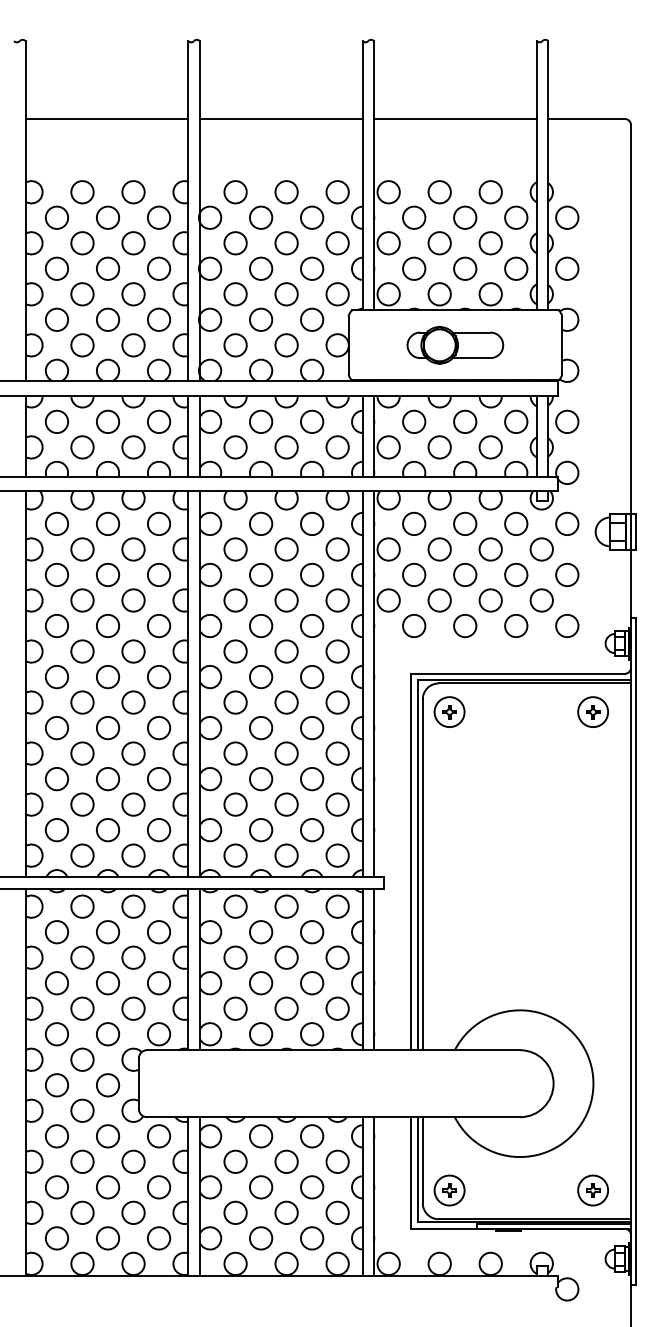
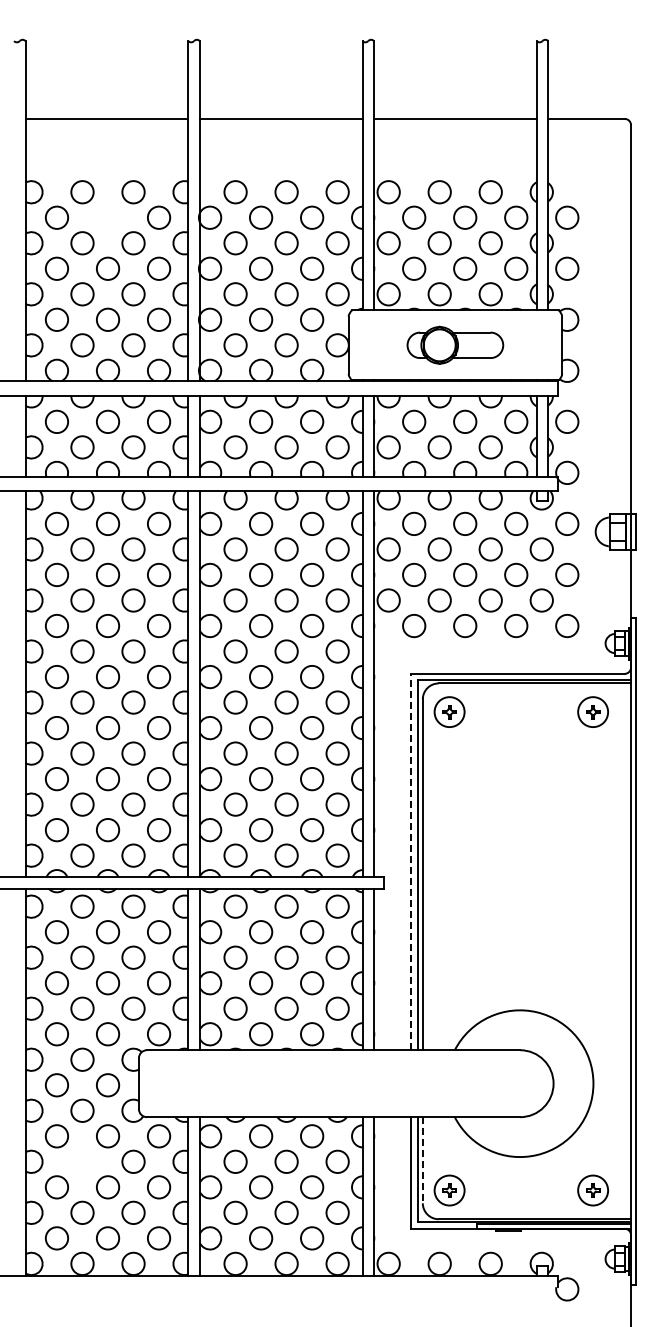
circle at (108, 217): present -> none
line at (411, 861): solid -> dashed
line at (422, 1160): solid -> dashed
circle at (82, 1161): present -> none
